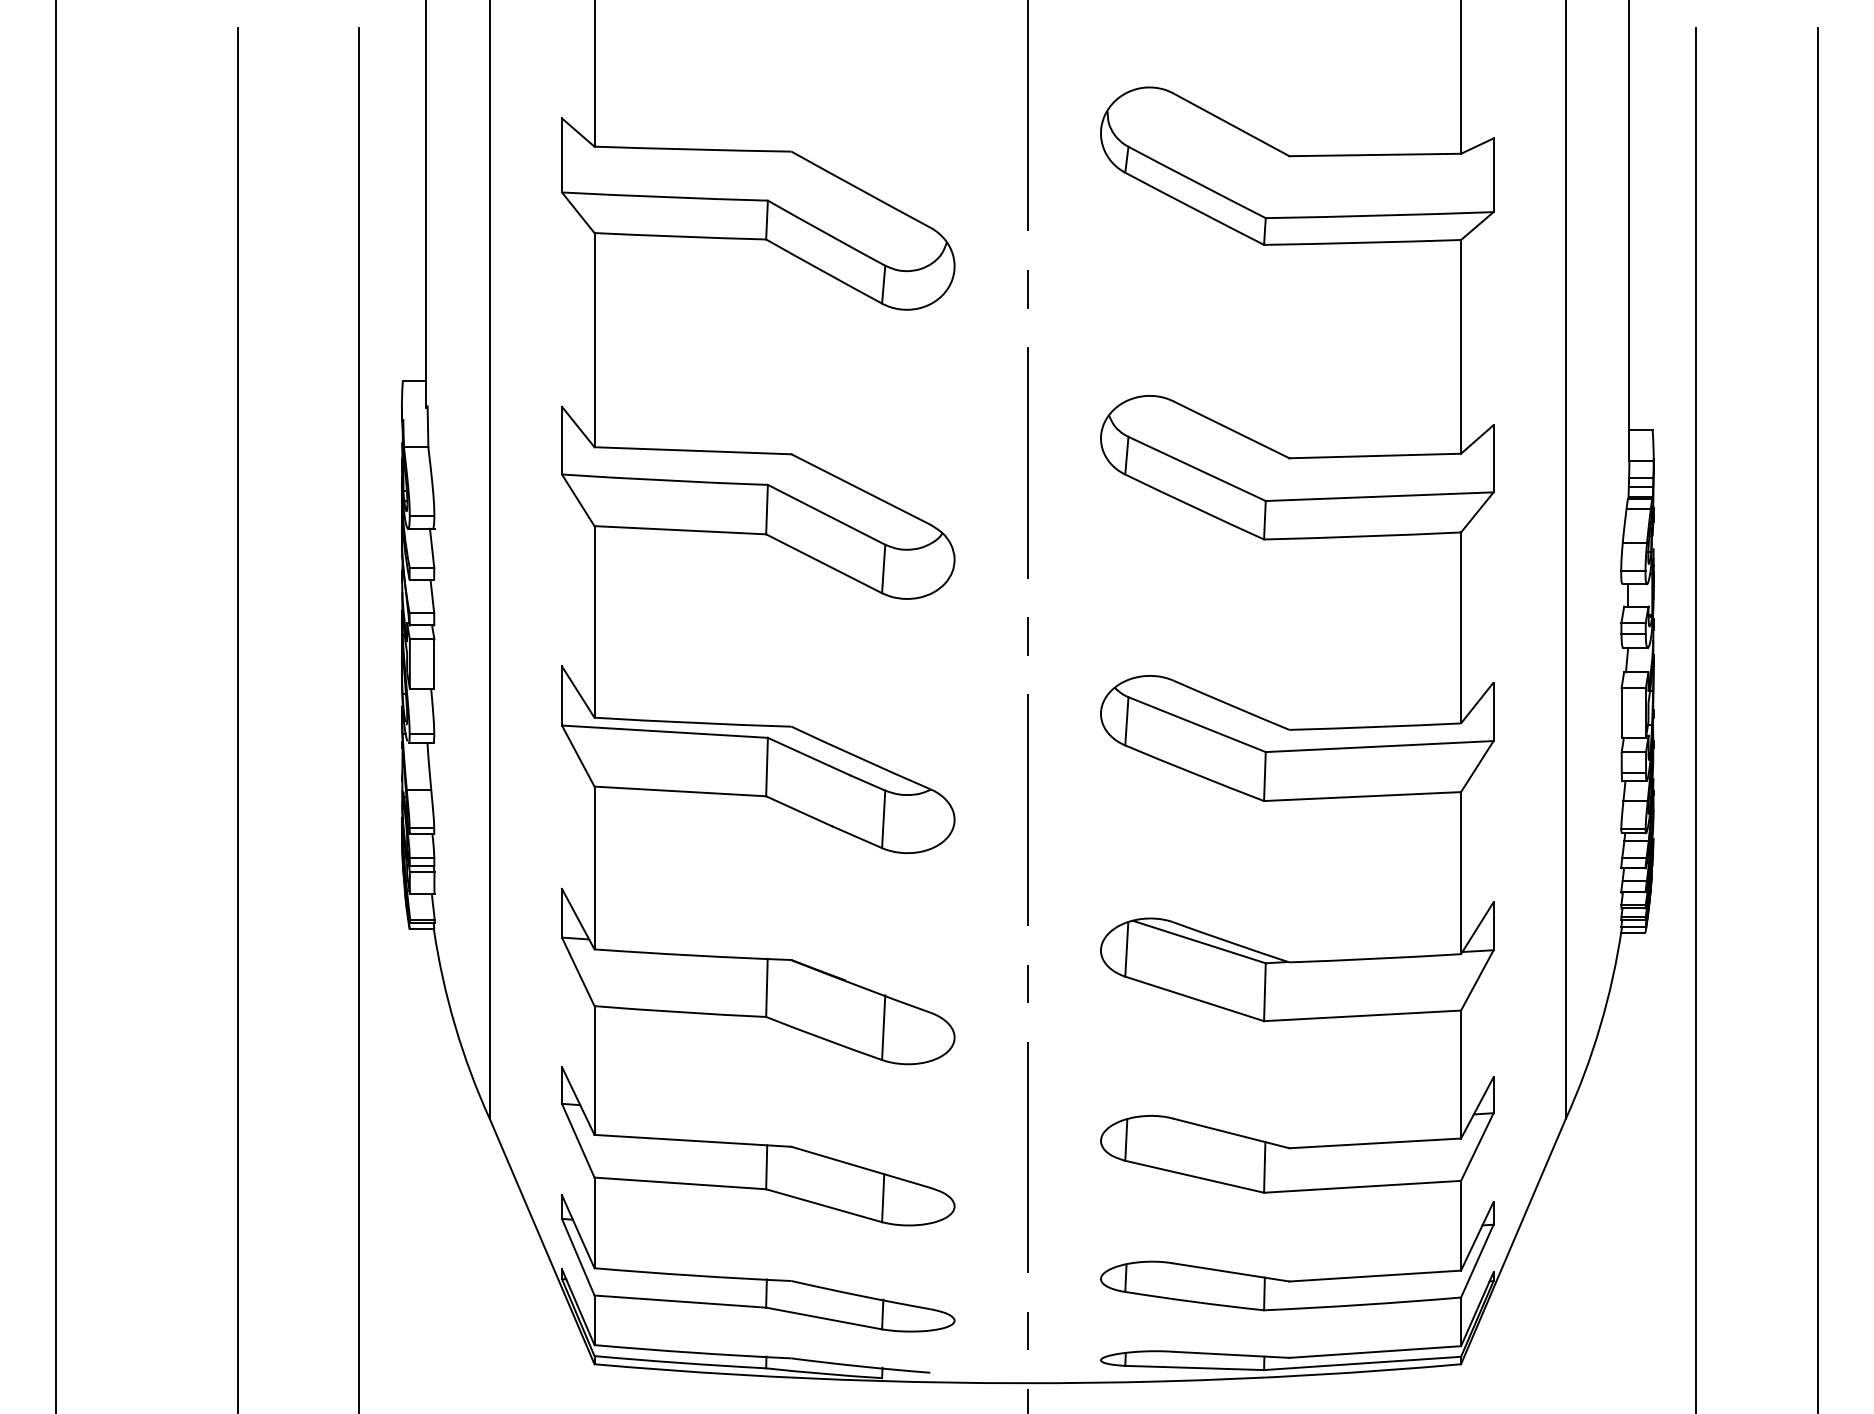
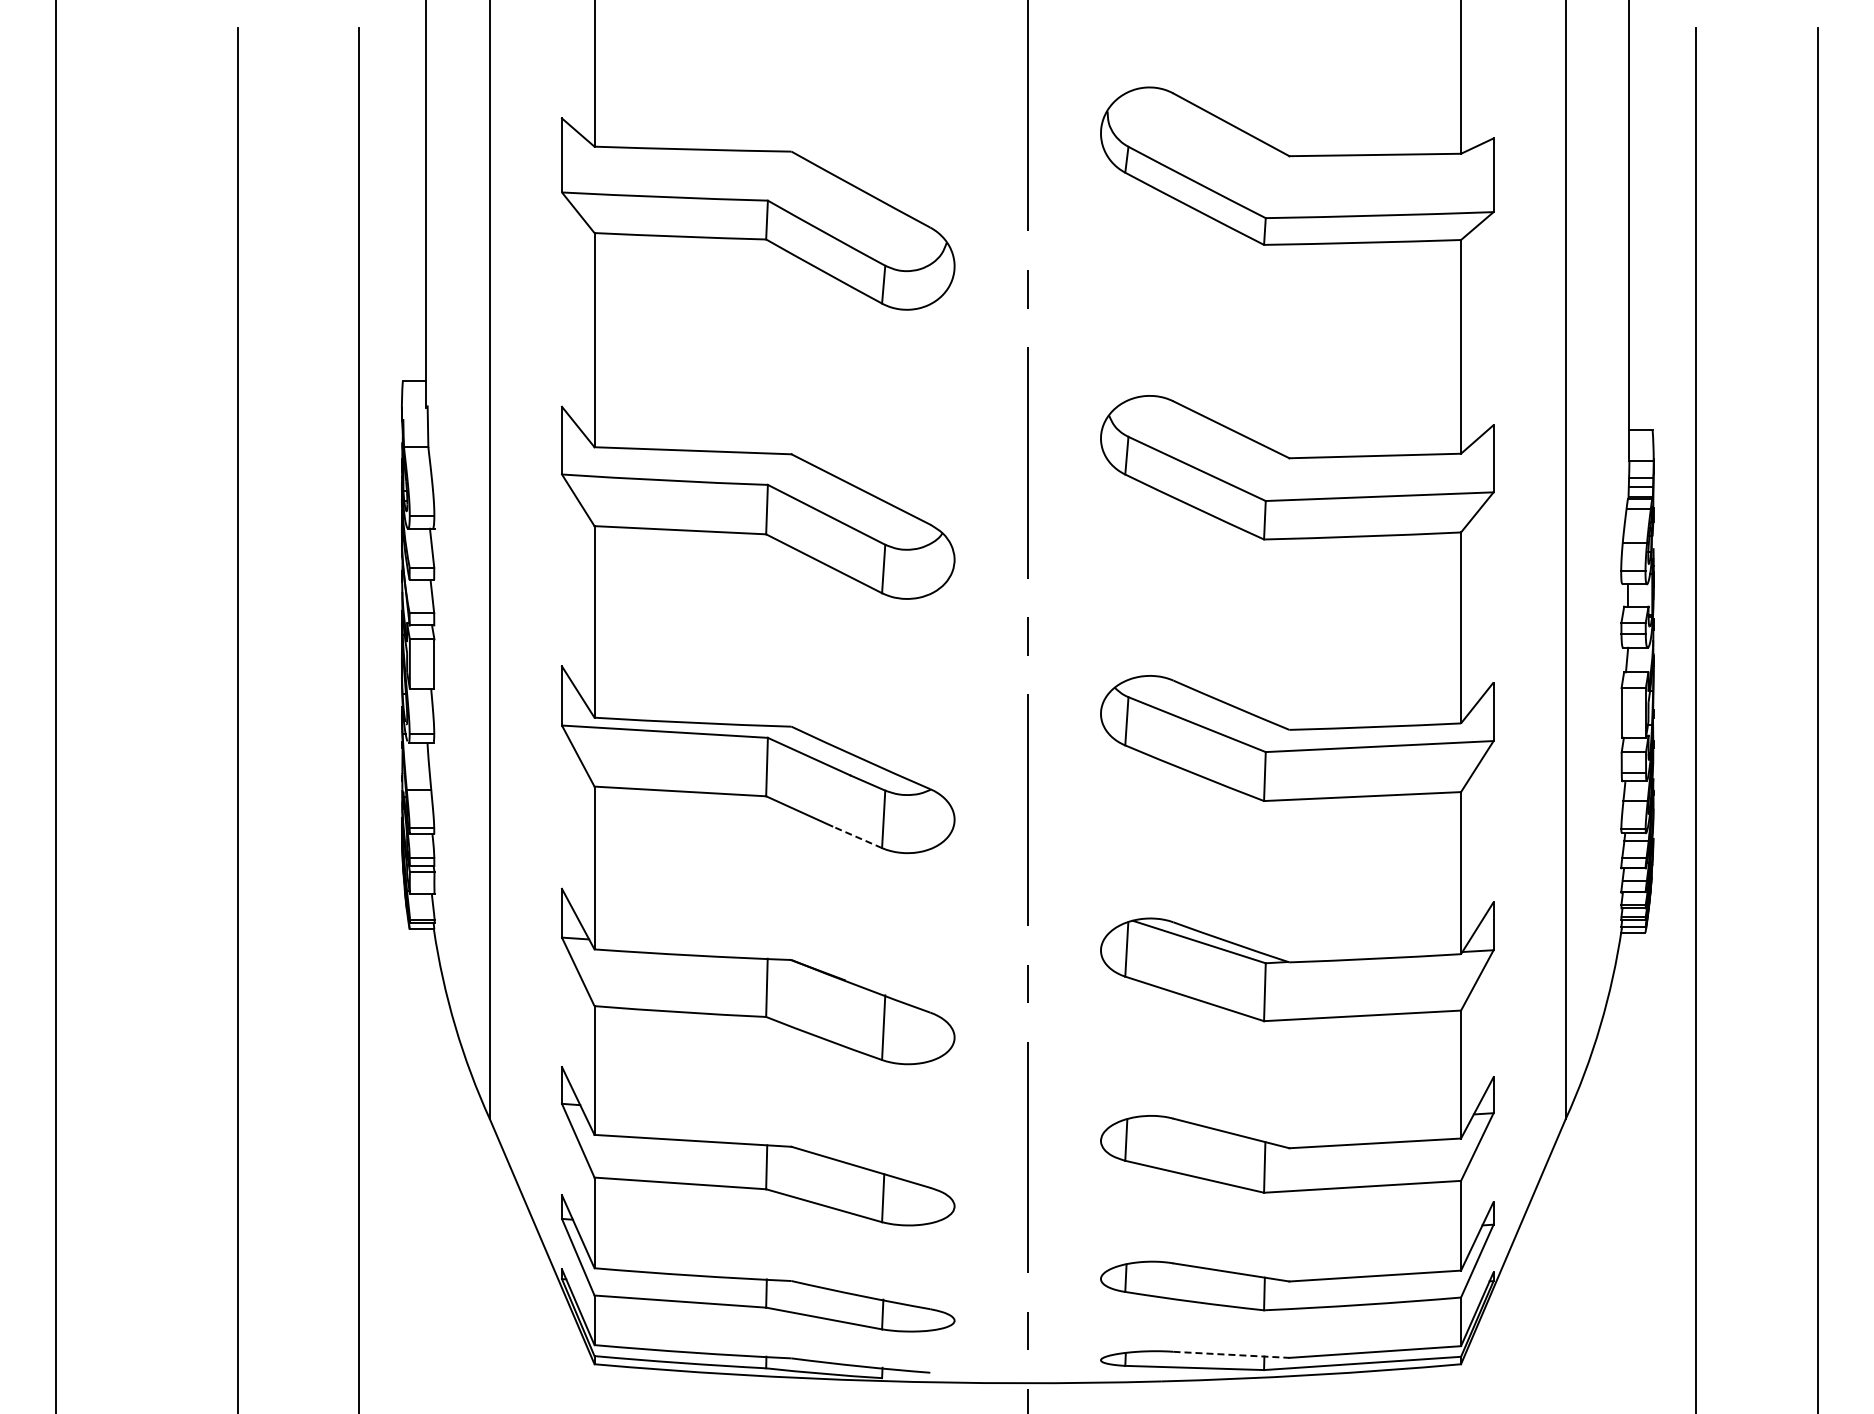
line at (856, 837): solid -> dashed
line at (1231, 1354): solid -> dashed
